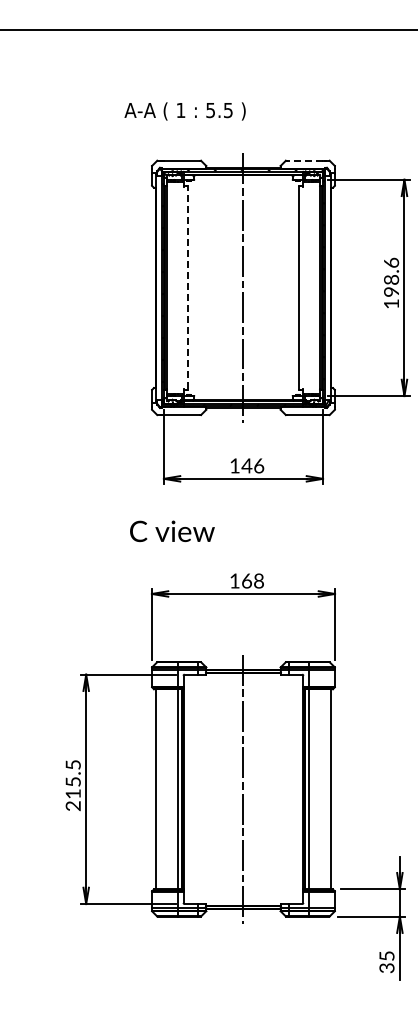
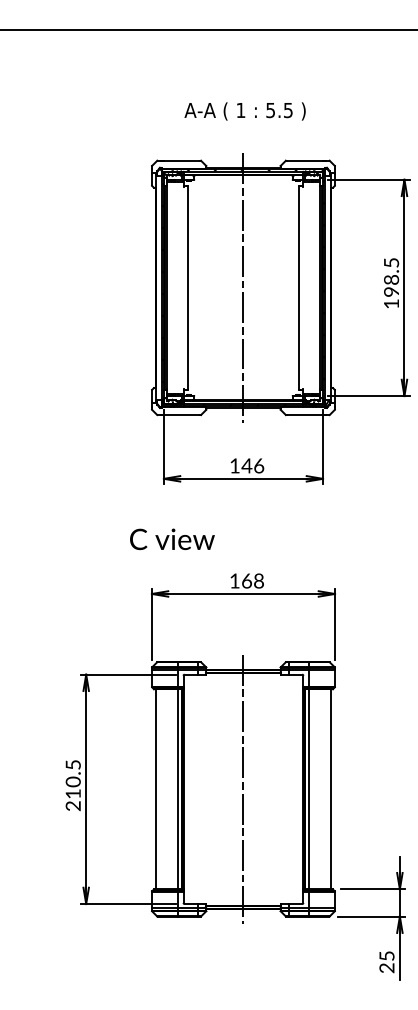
text at (184, 111) position: (184, 111) -> (244, 111)
line at (305, 160): dashed -> solid
text at (391, 262): 198.6 -> 198.5
line at (187, 287): dashed -> solid
text at (172, 531) position: (172, 531) -> (172, 539)
text at (72, 781): 215.5 -> 210.5
text at (389, 968): 35 -> 25
